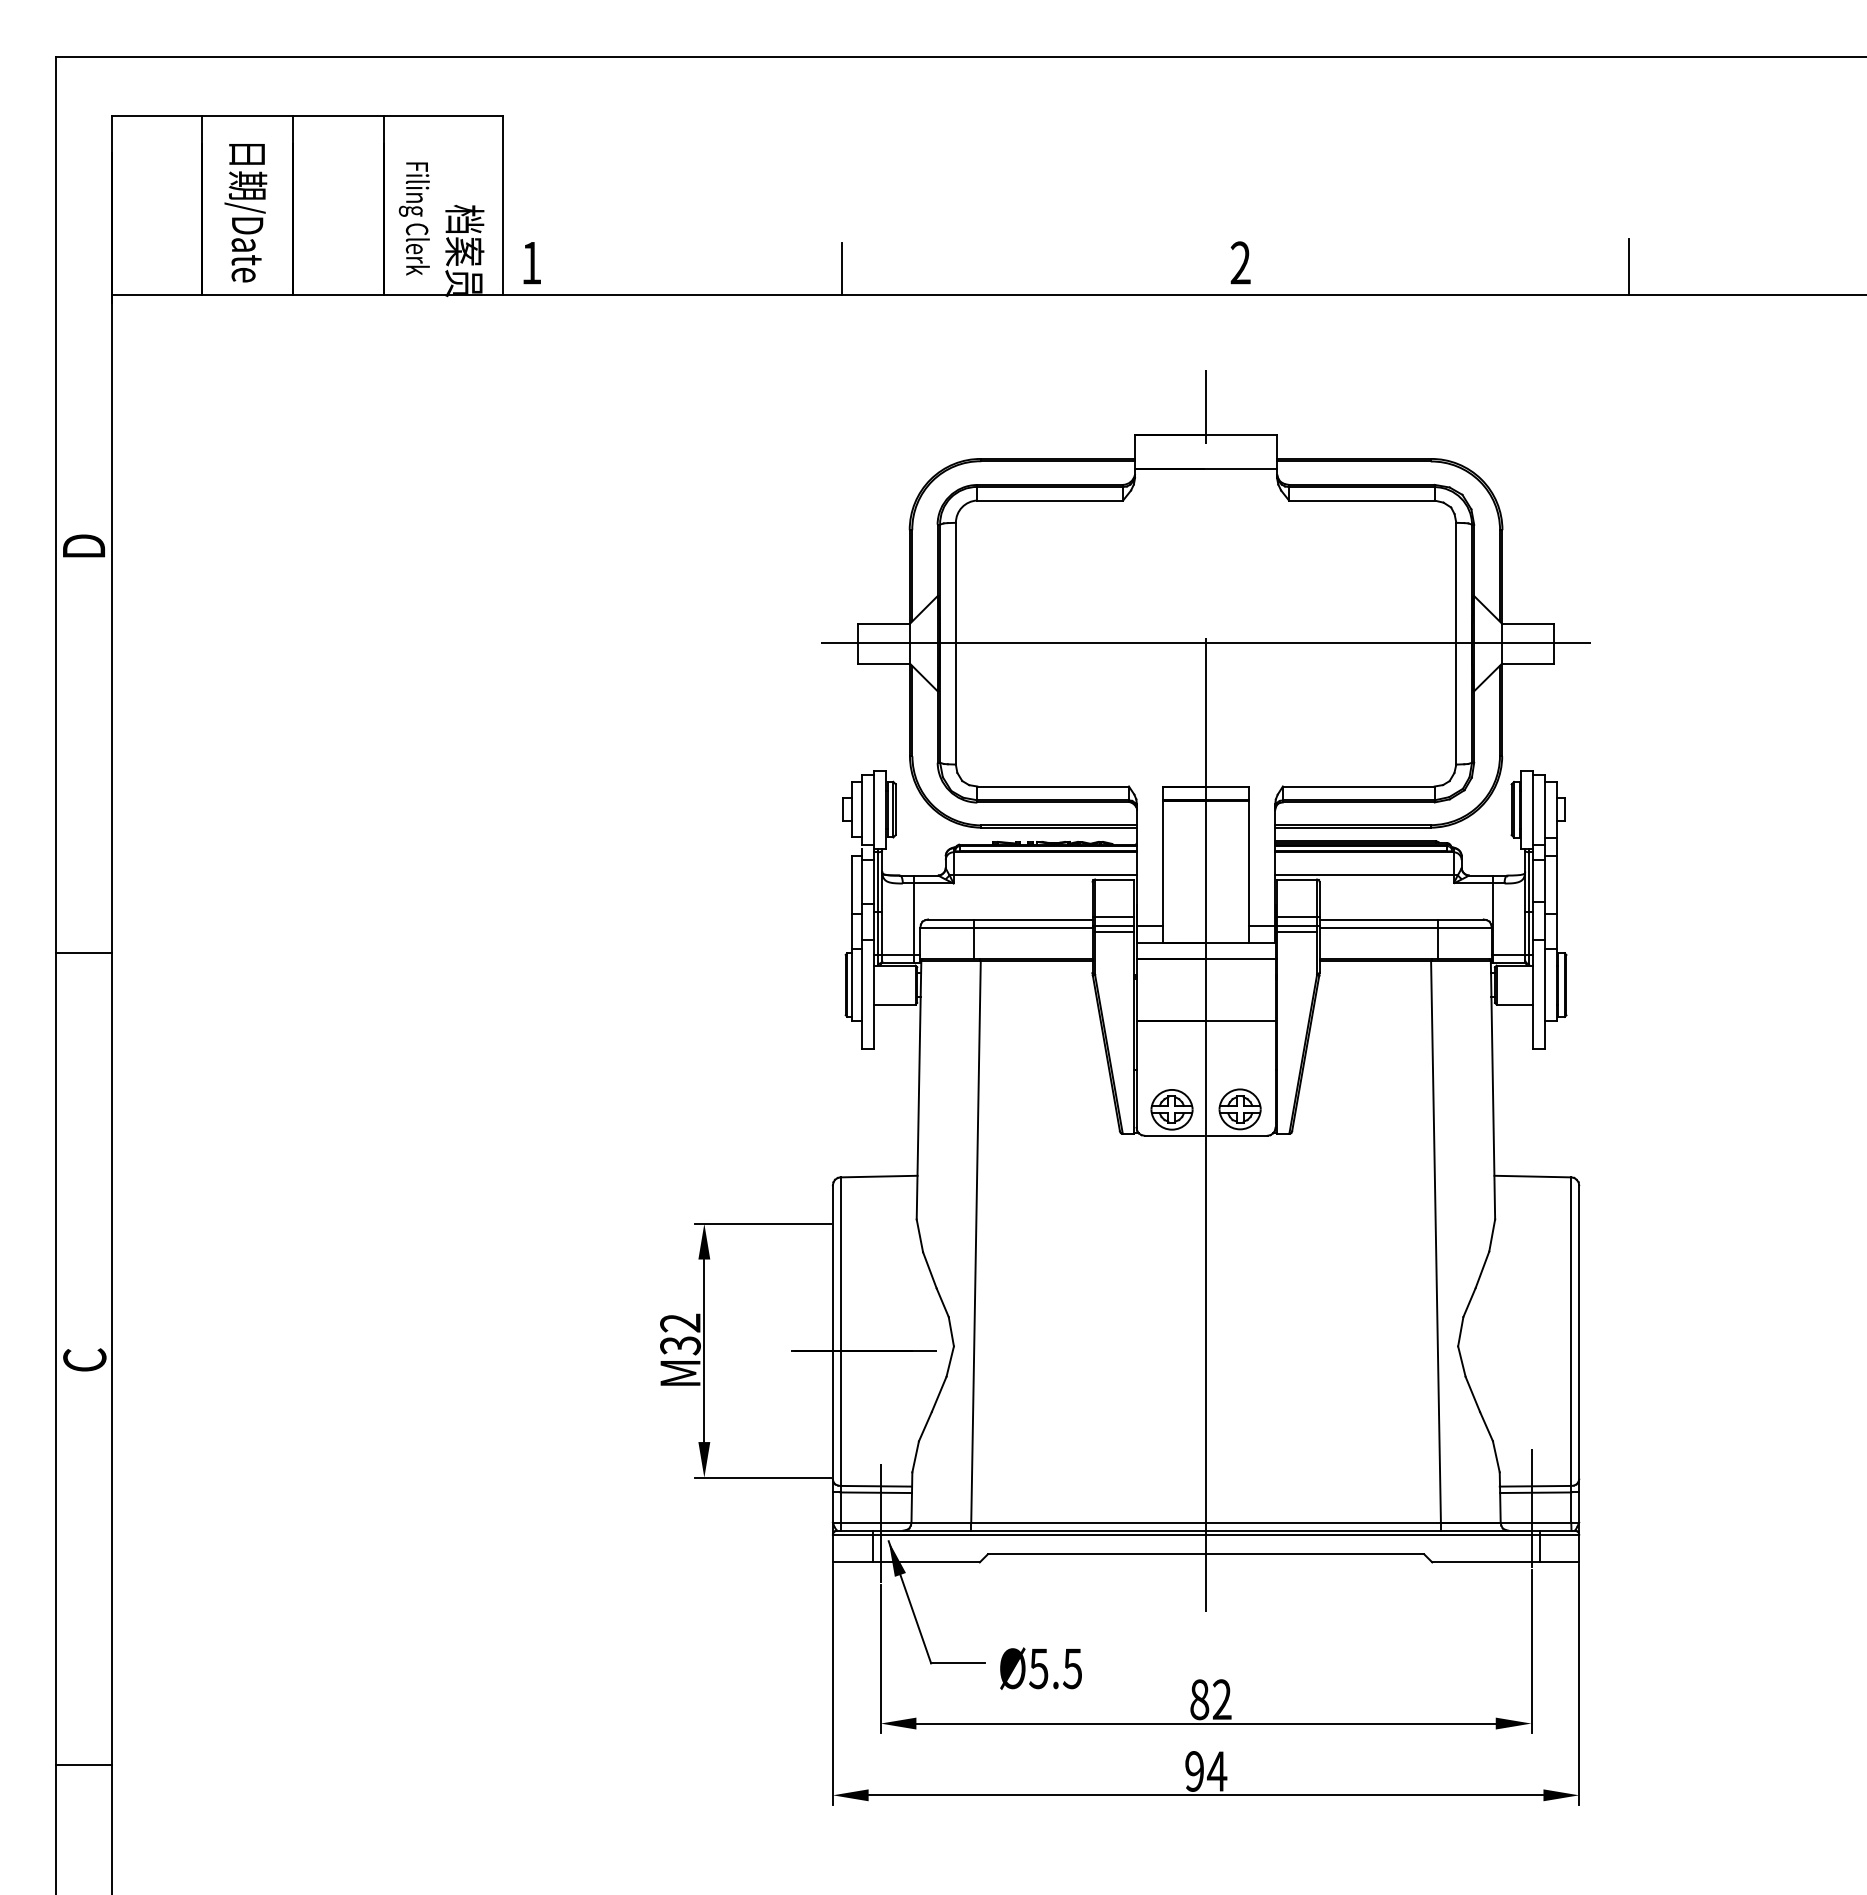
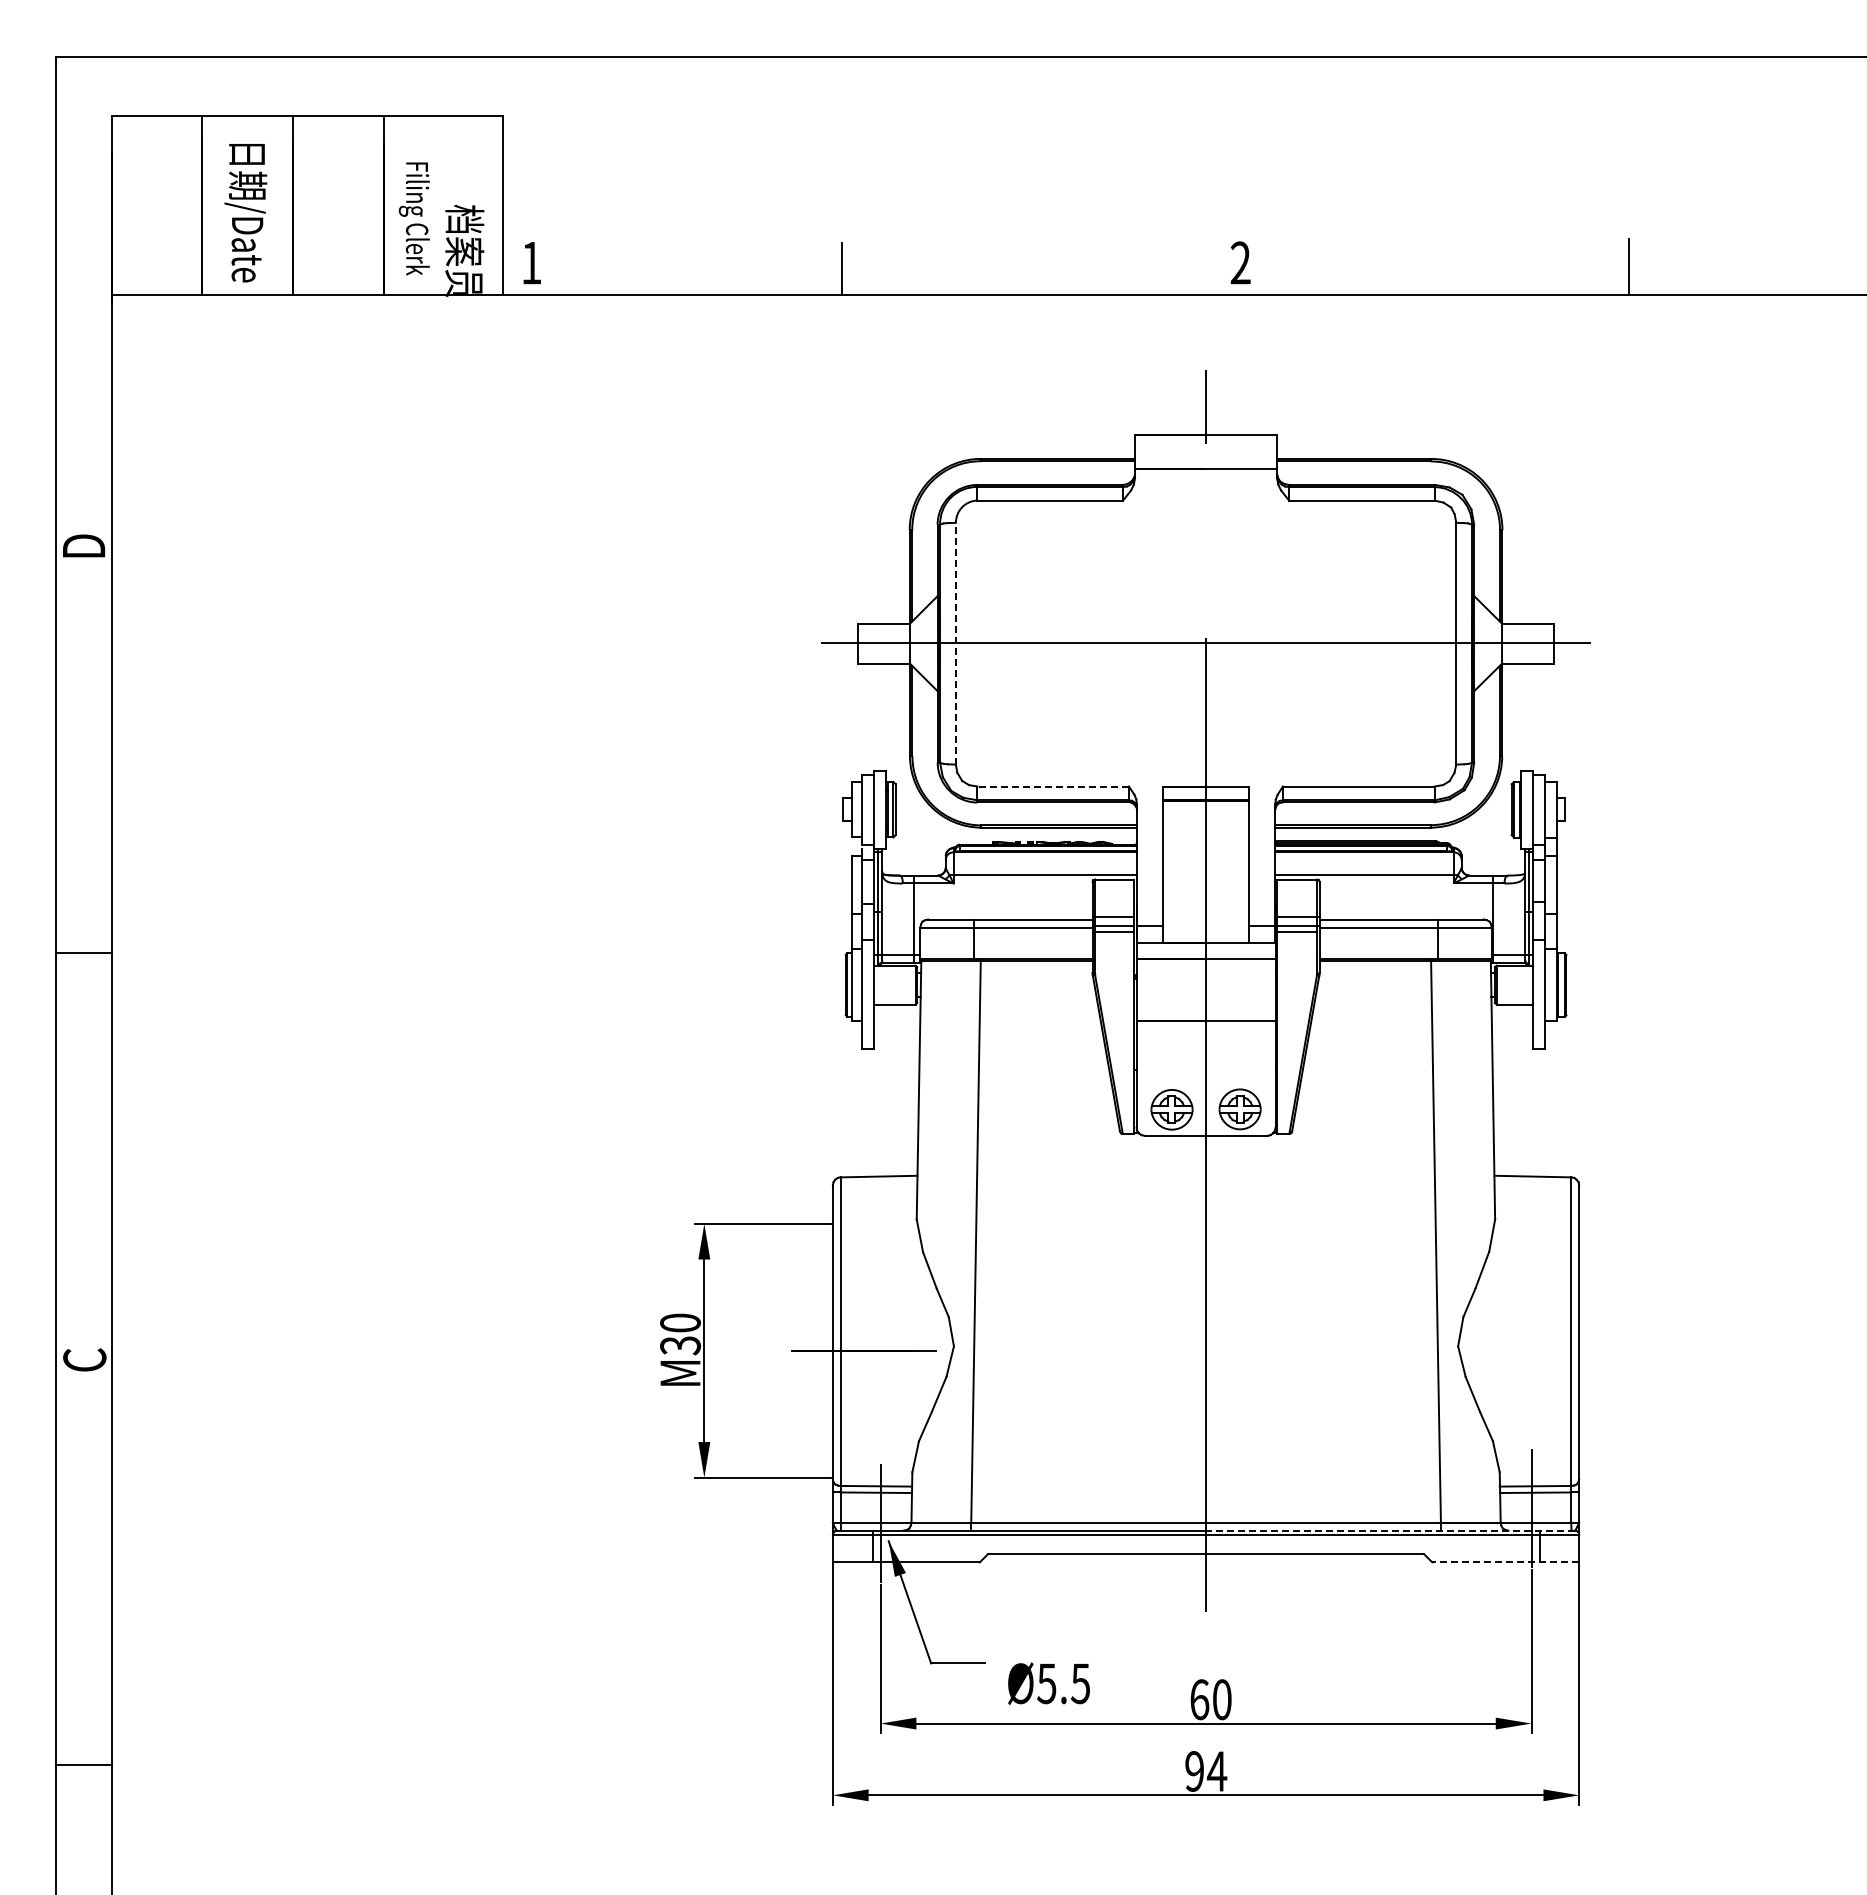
line at (955, 643): solid -> dashed
line at (1053, 786): solid -> dashed
text at (680, 1322): M32 -> M30
line at (1390, 1530): solid -> dashed
line at (1505, 1562): solid -> dashed
text at (1040, 1668) position: (1040, 1668) -> (1048, 1683)
text at (1210, 1699): 82 -> 60
